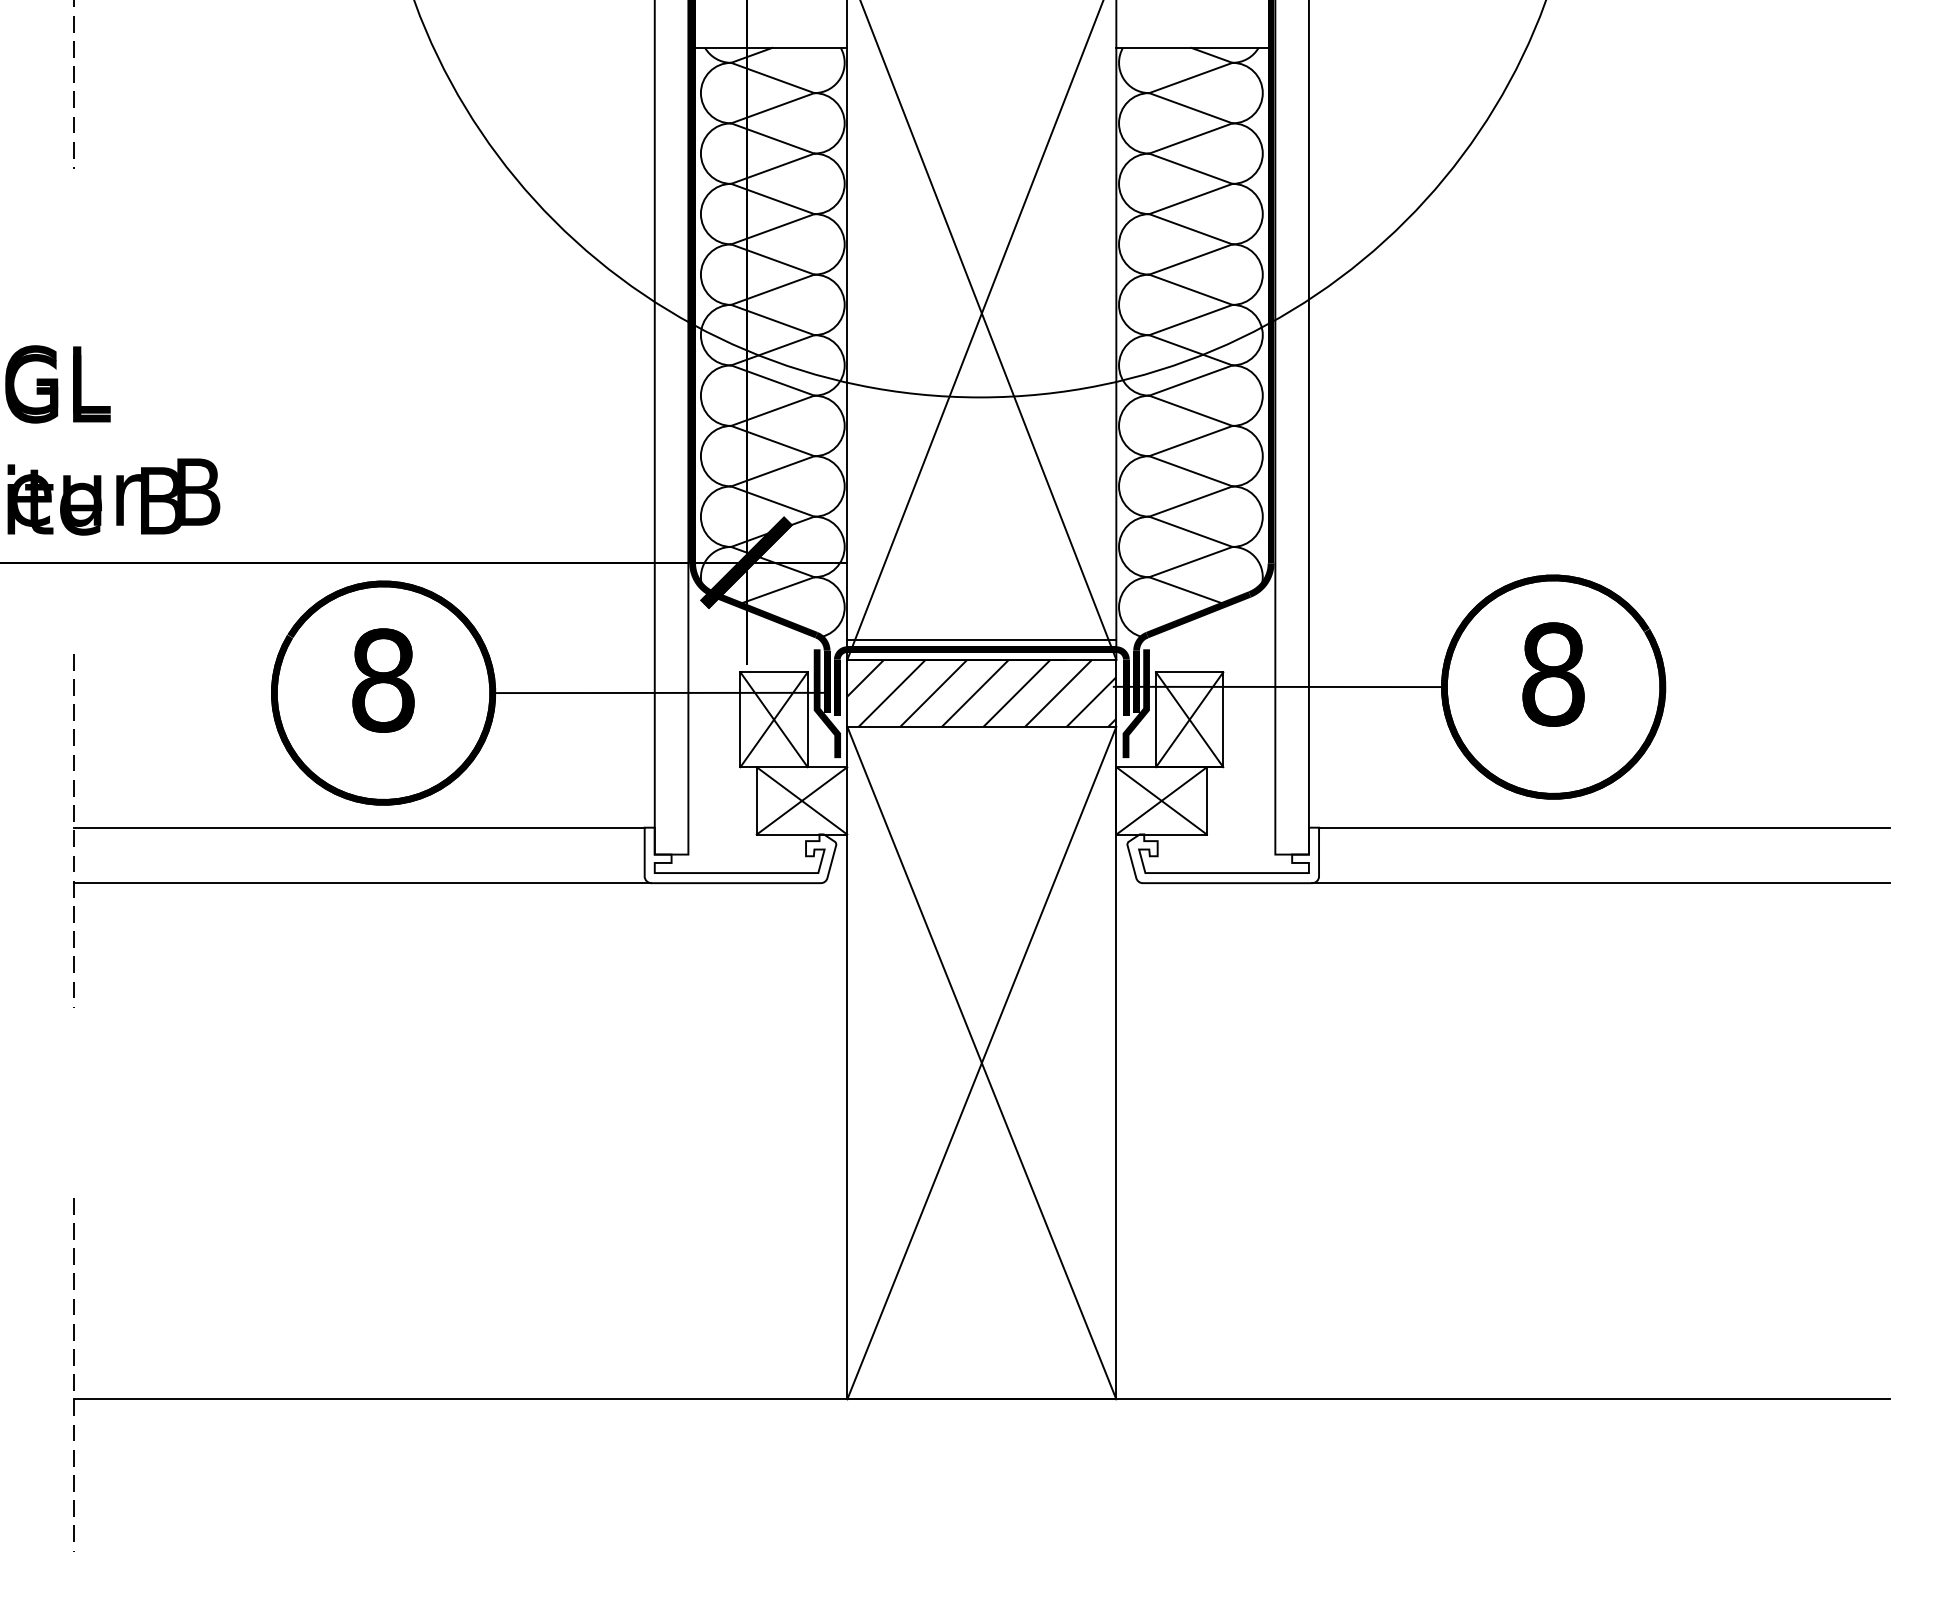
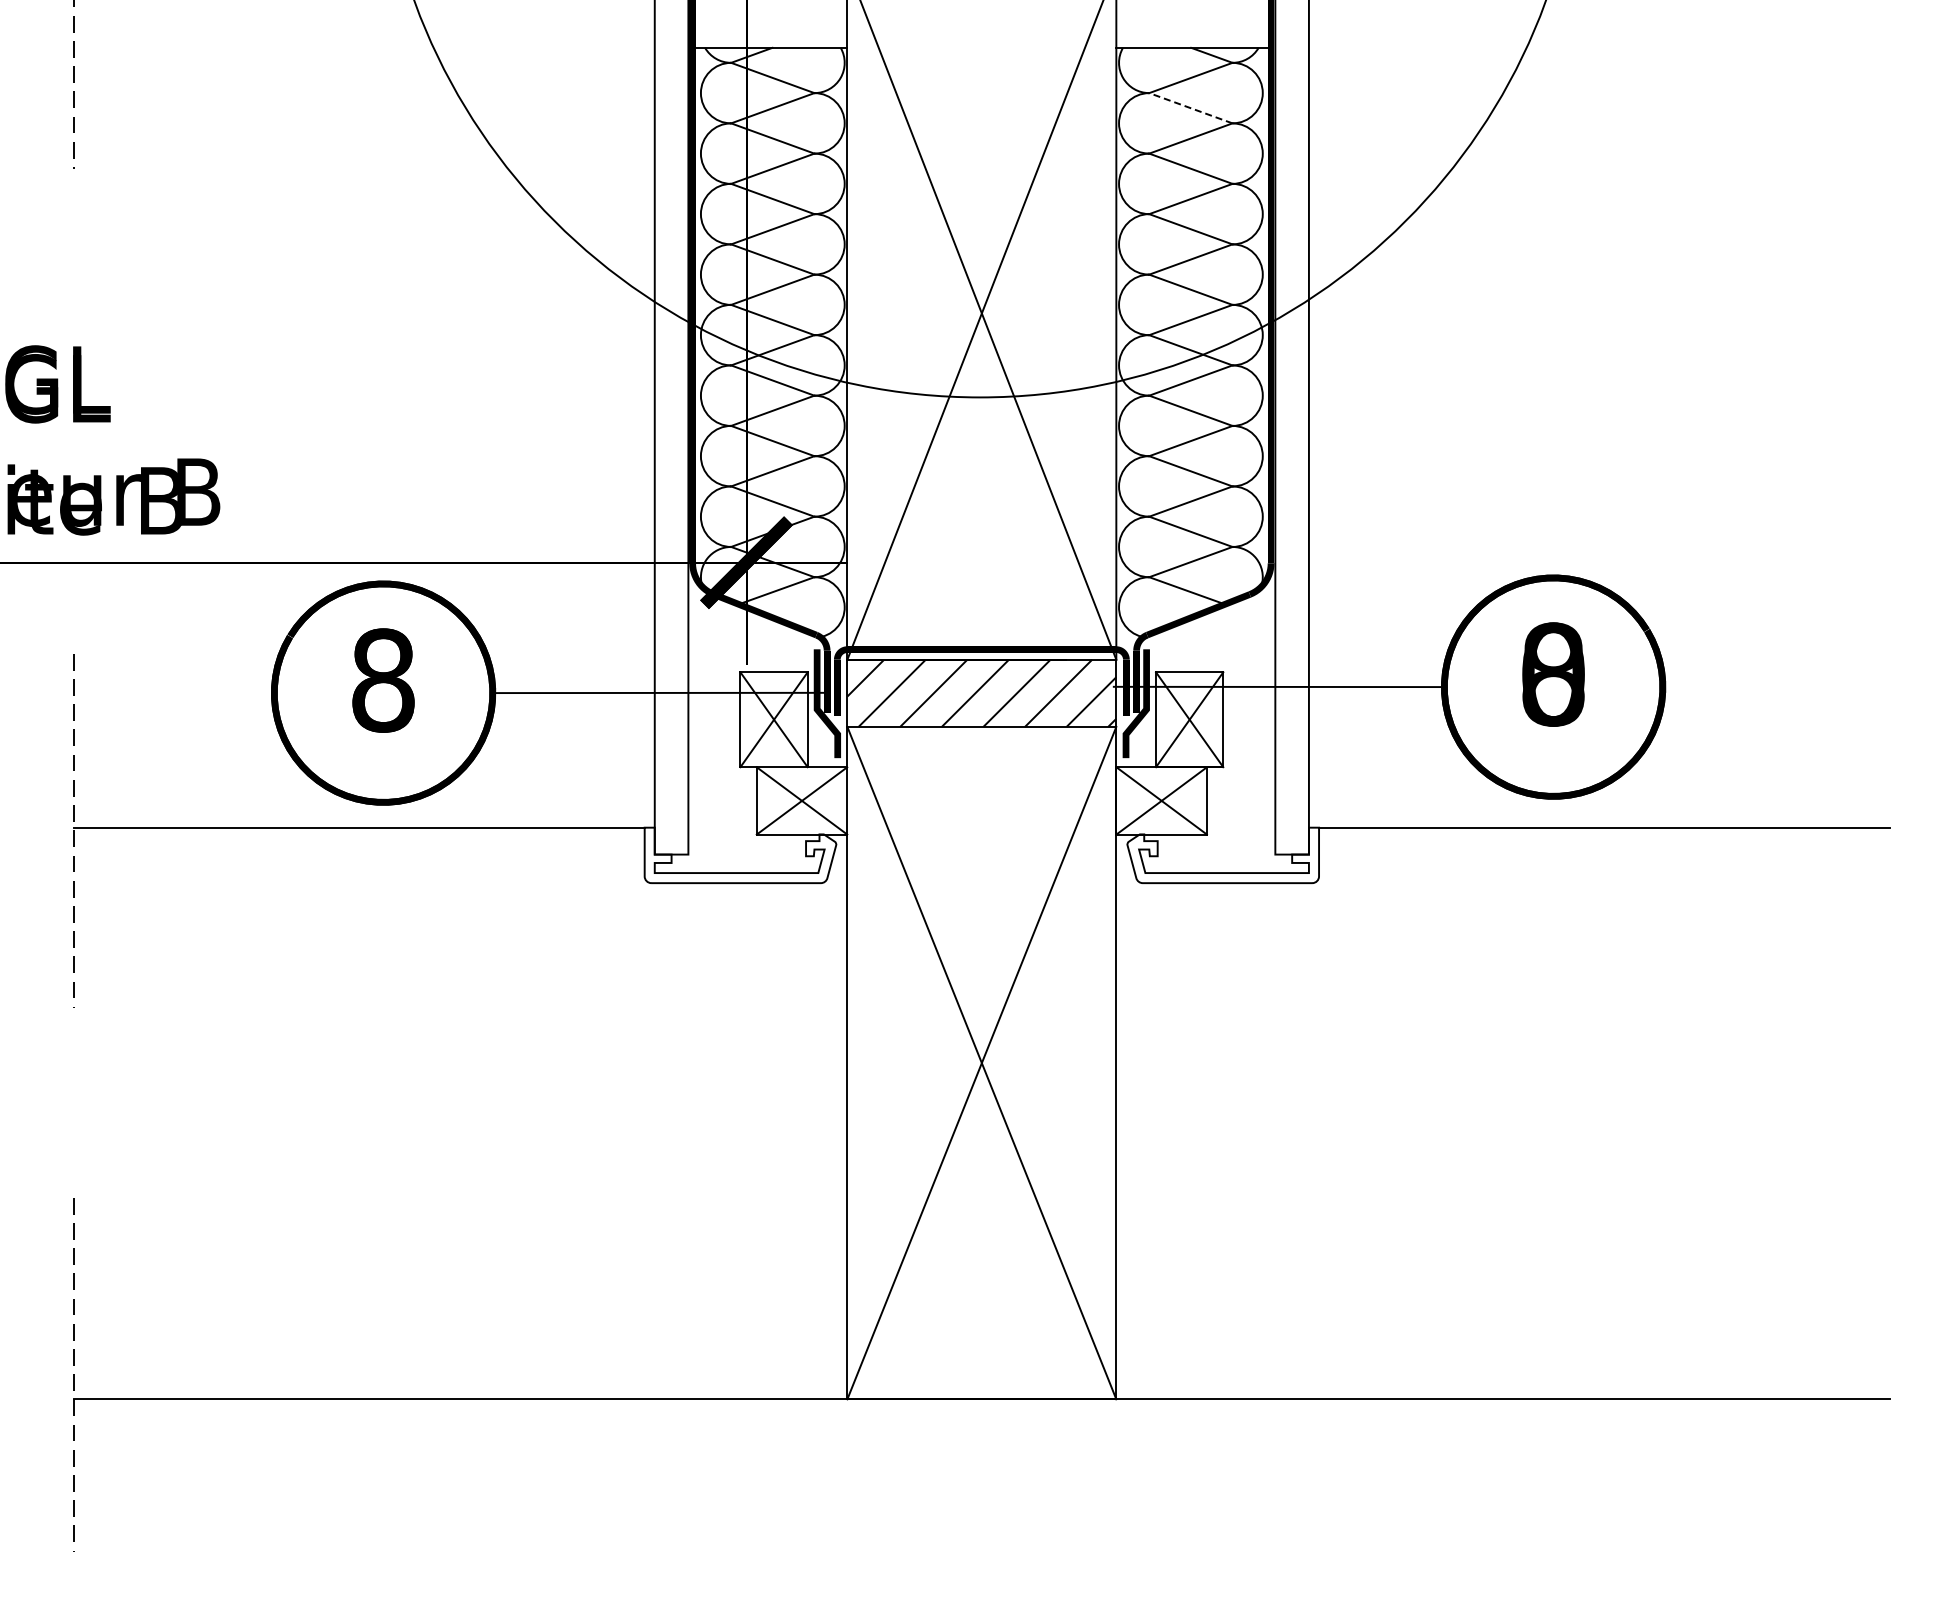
line at (1190, 108): solid -> dashed
line at (981, 639): present -> none
text at (1553, 674): 8 -> 0
line at (362, 883): present -> none
line at (1600, 883): present -> none
